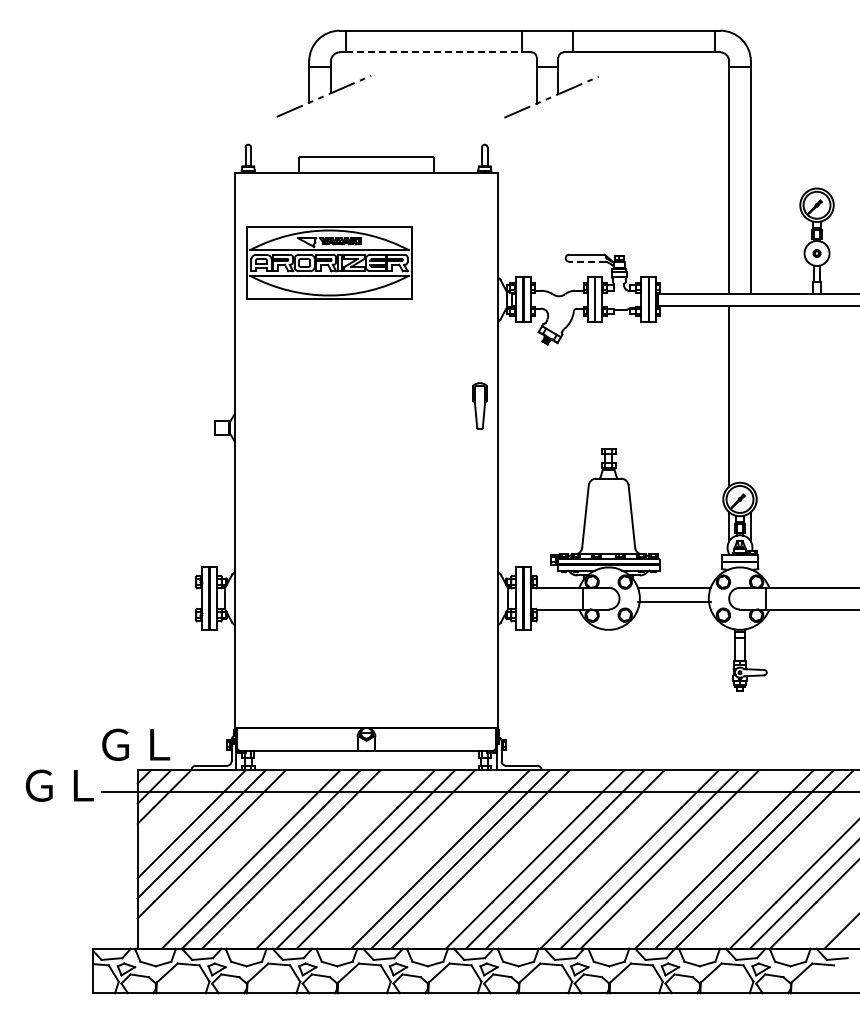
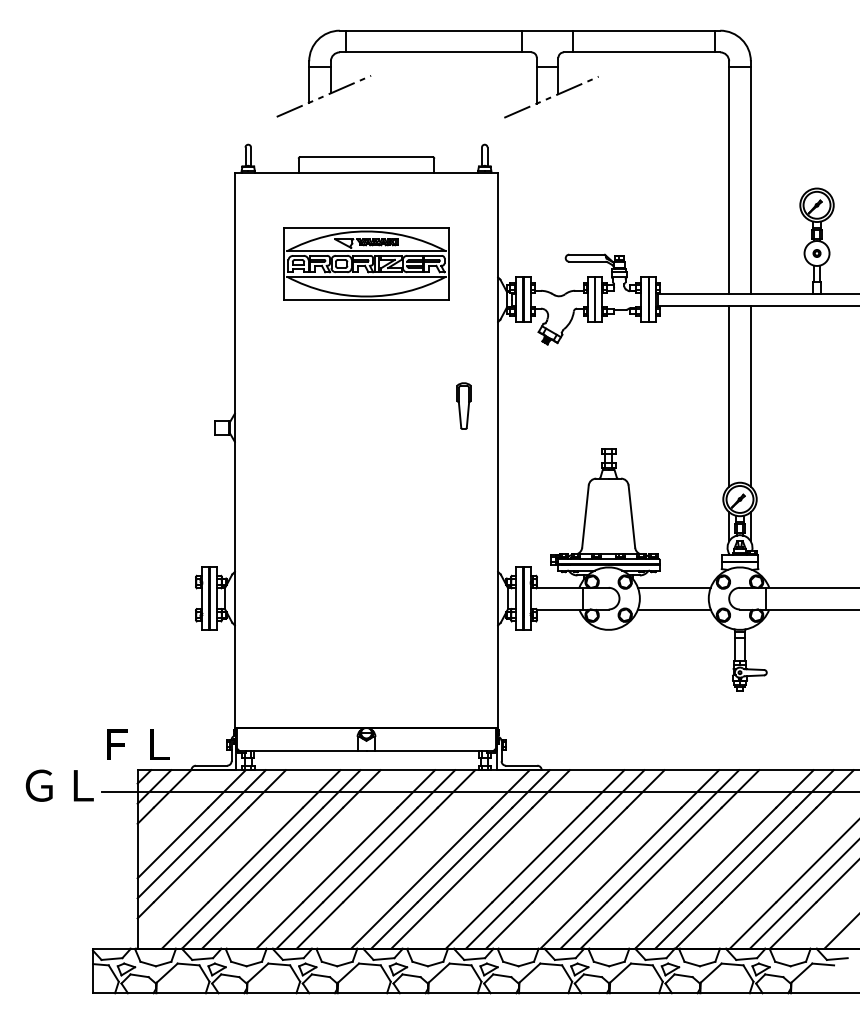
line at (434, 52): dashed -> solid
line at (586, 261): dashed -> solid
part at (329, 262) position: (329, 262) -> (366, 263)
line at (750, 395): none -> present
part at (479, 405) position: (479, 405) -> (463, 405)
line at (673, 601) position: (673, 601) -> (673, 609)
text at (136, 744): ＧＬ -> ＦＬ
